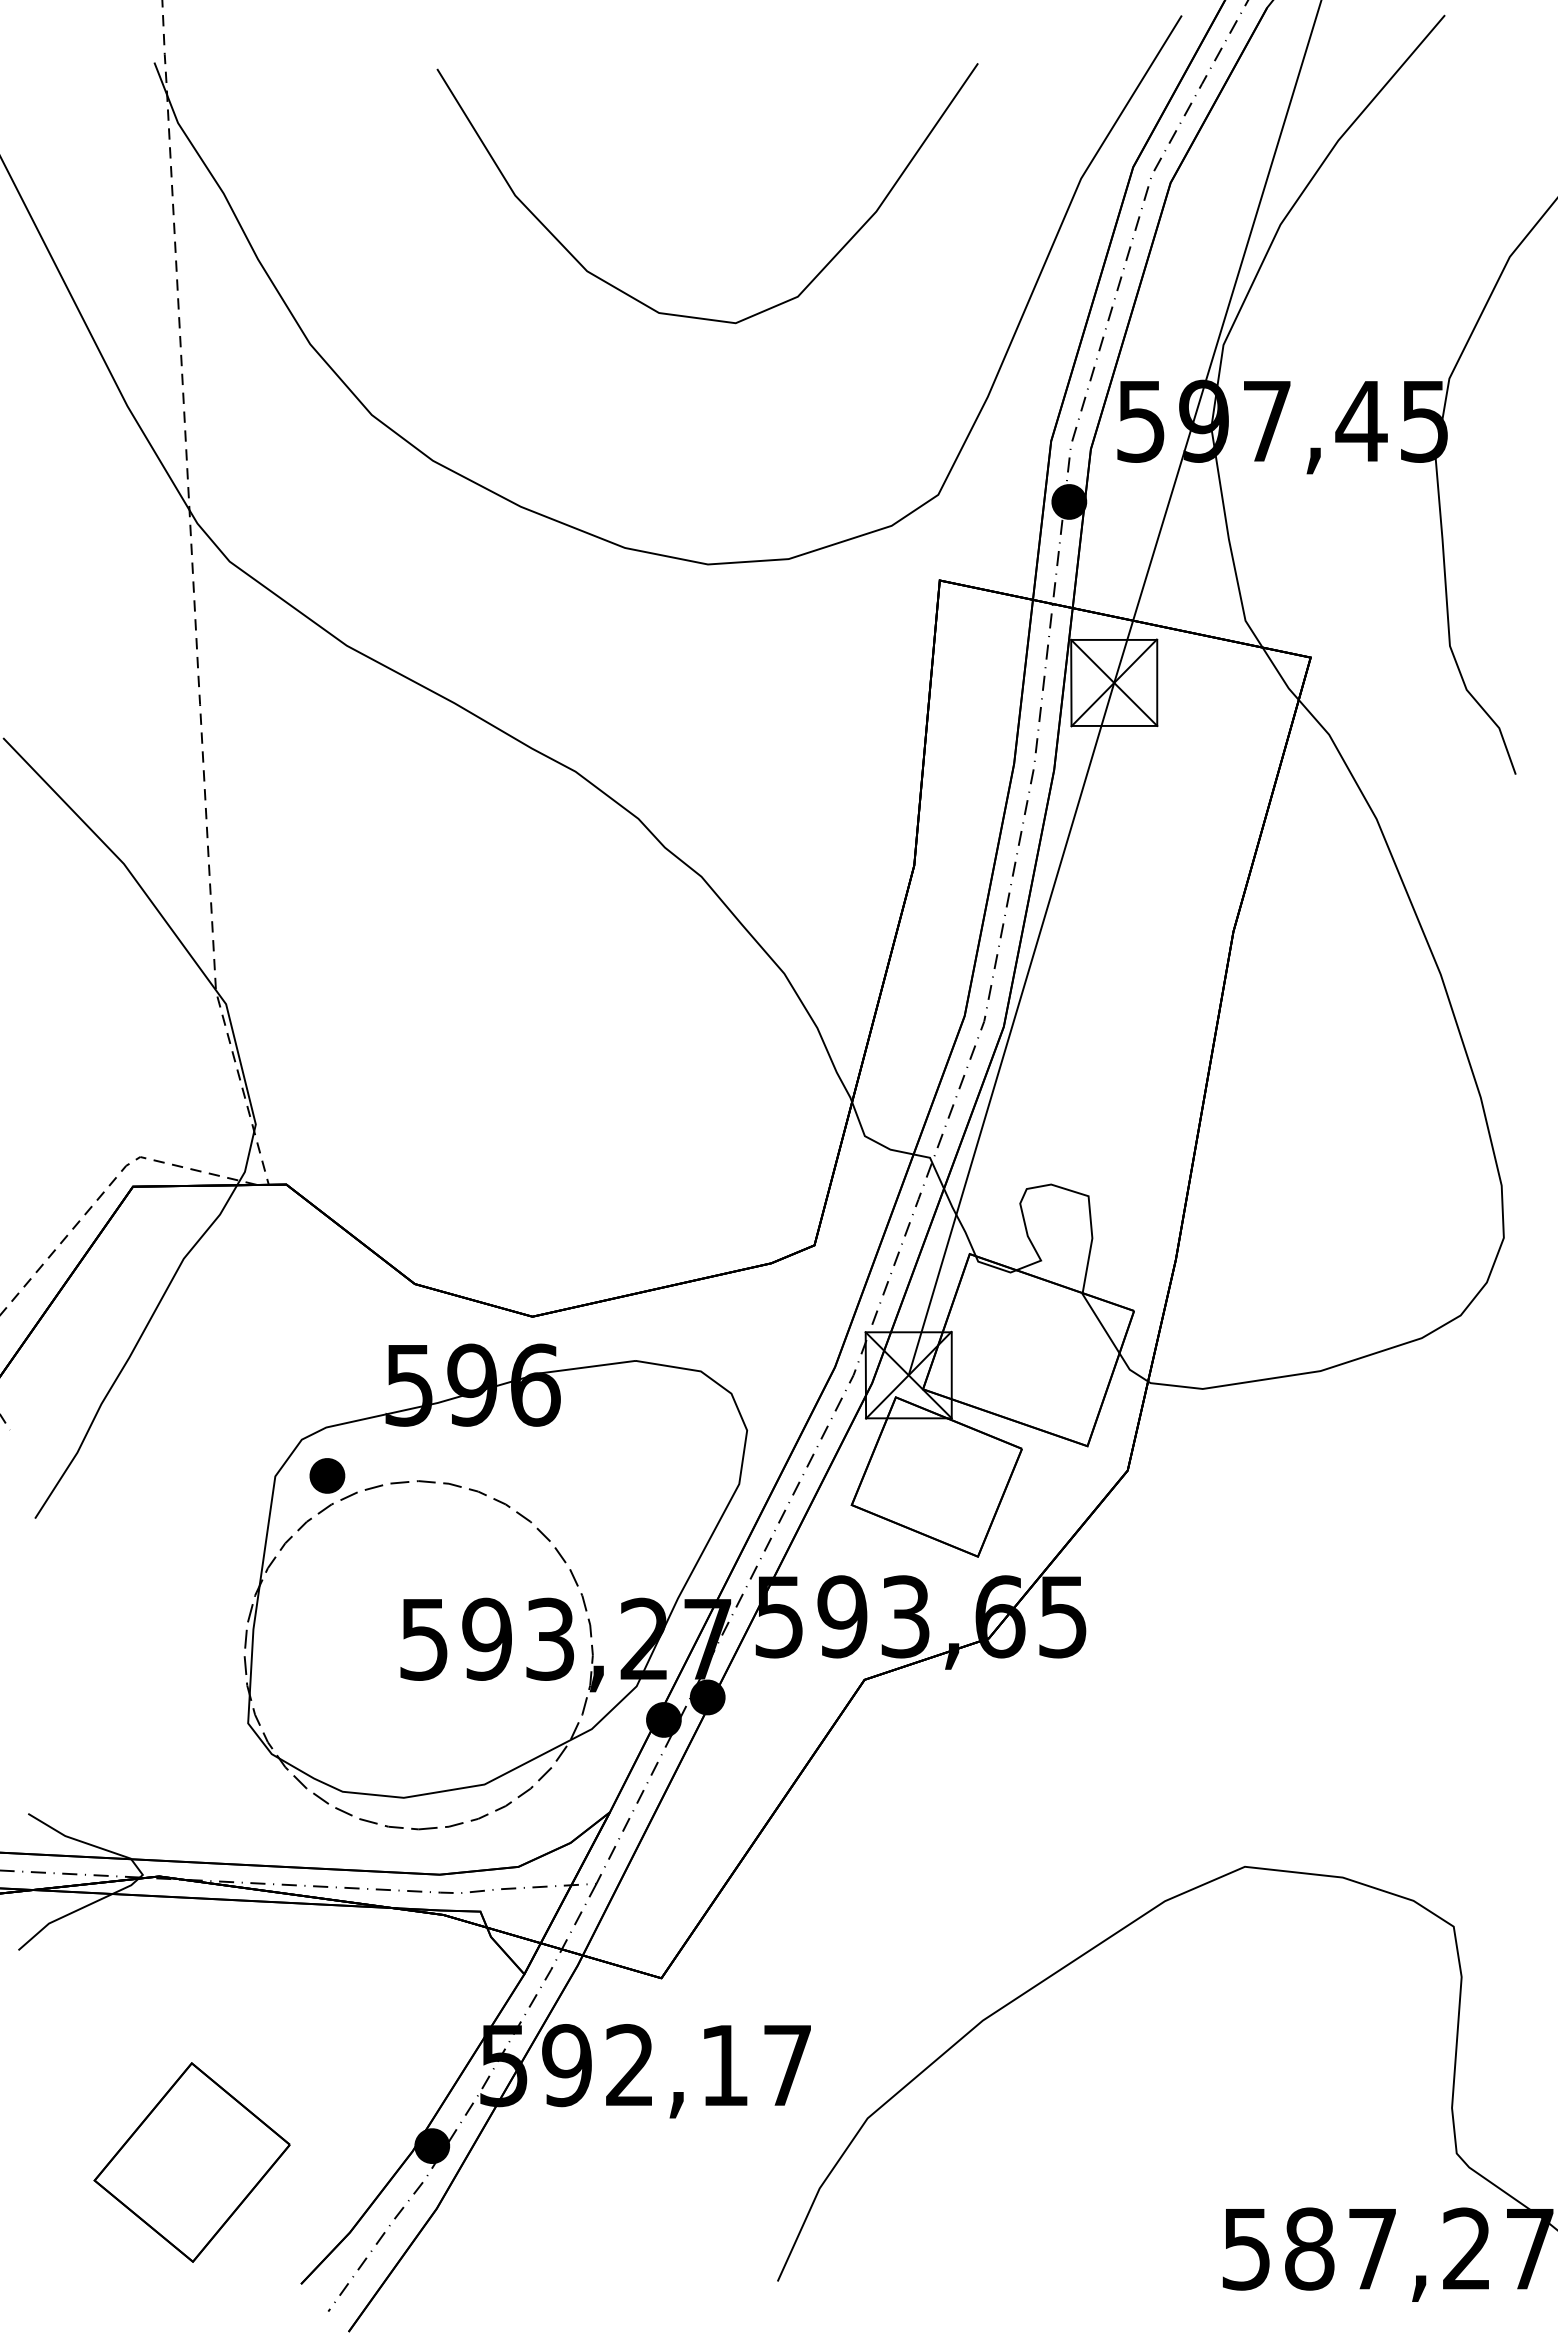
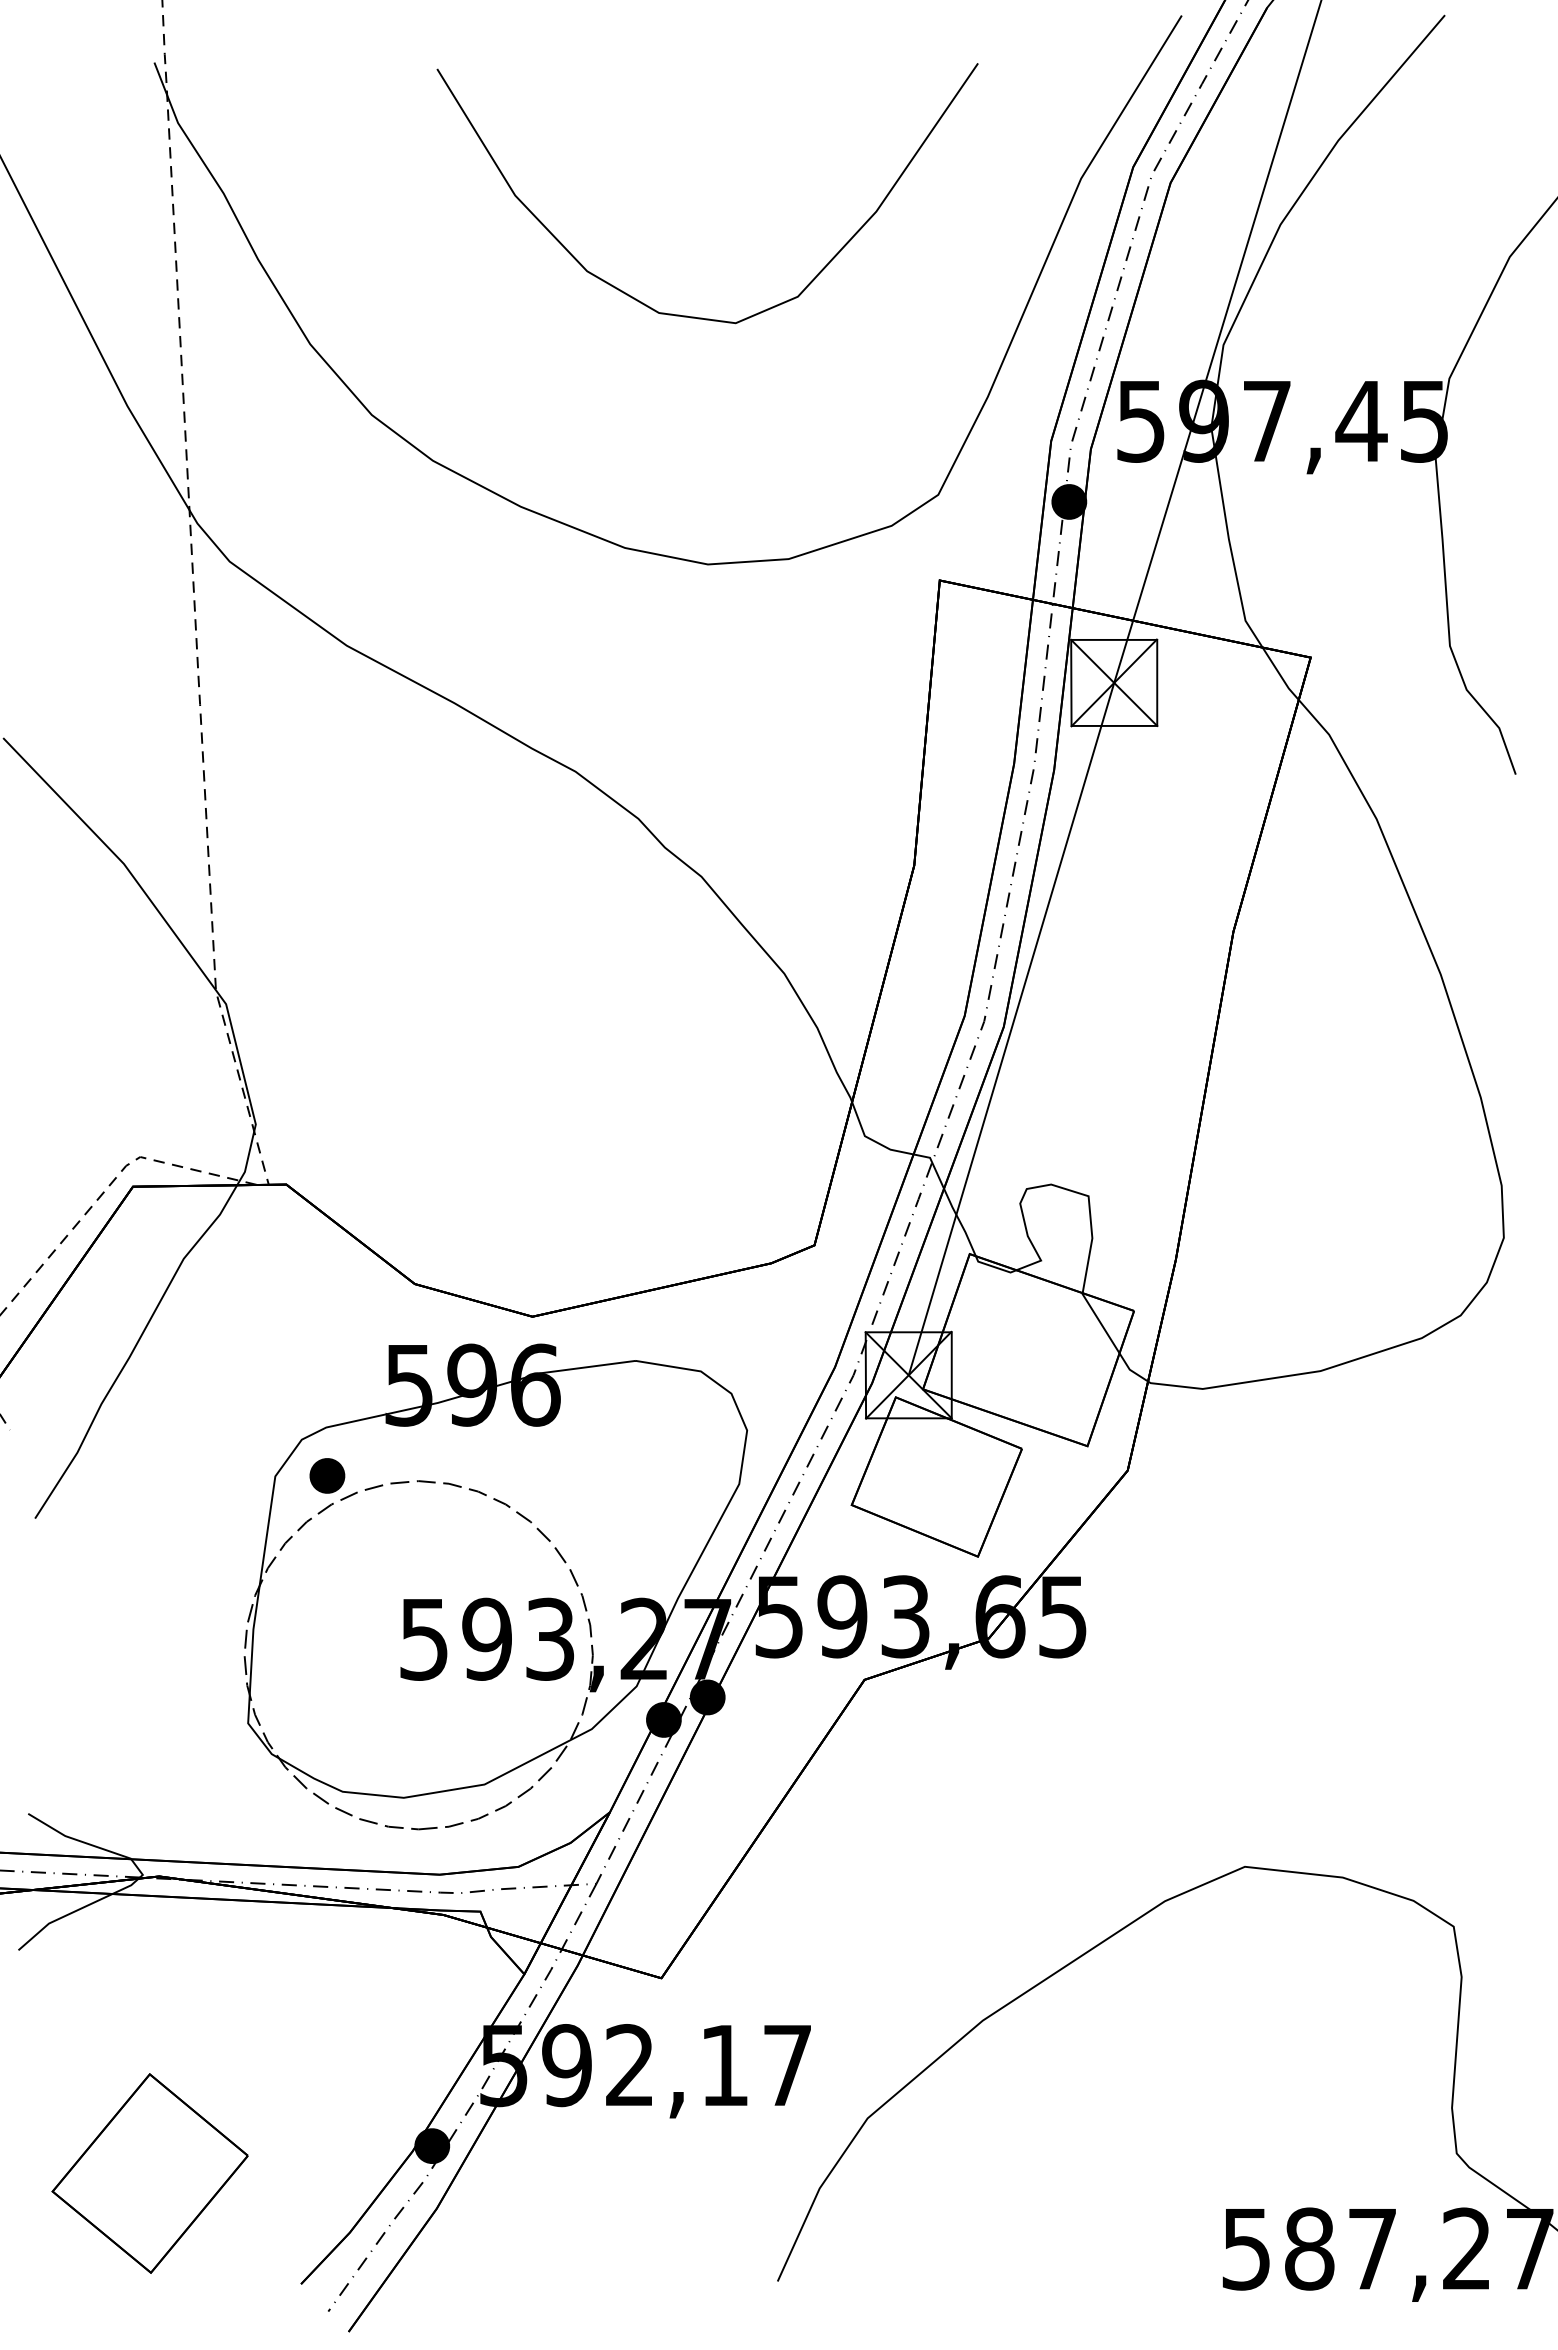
part at (191, 2162) position: (191, 2162) -> (149, 2173)
